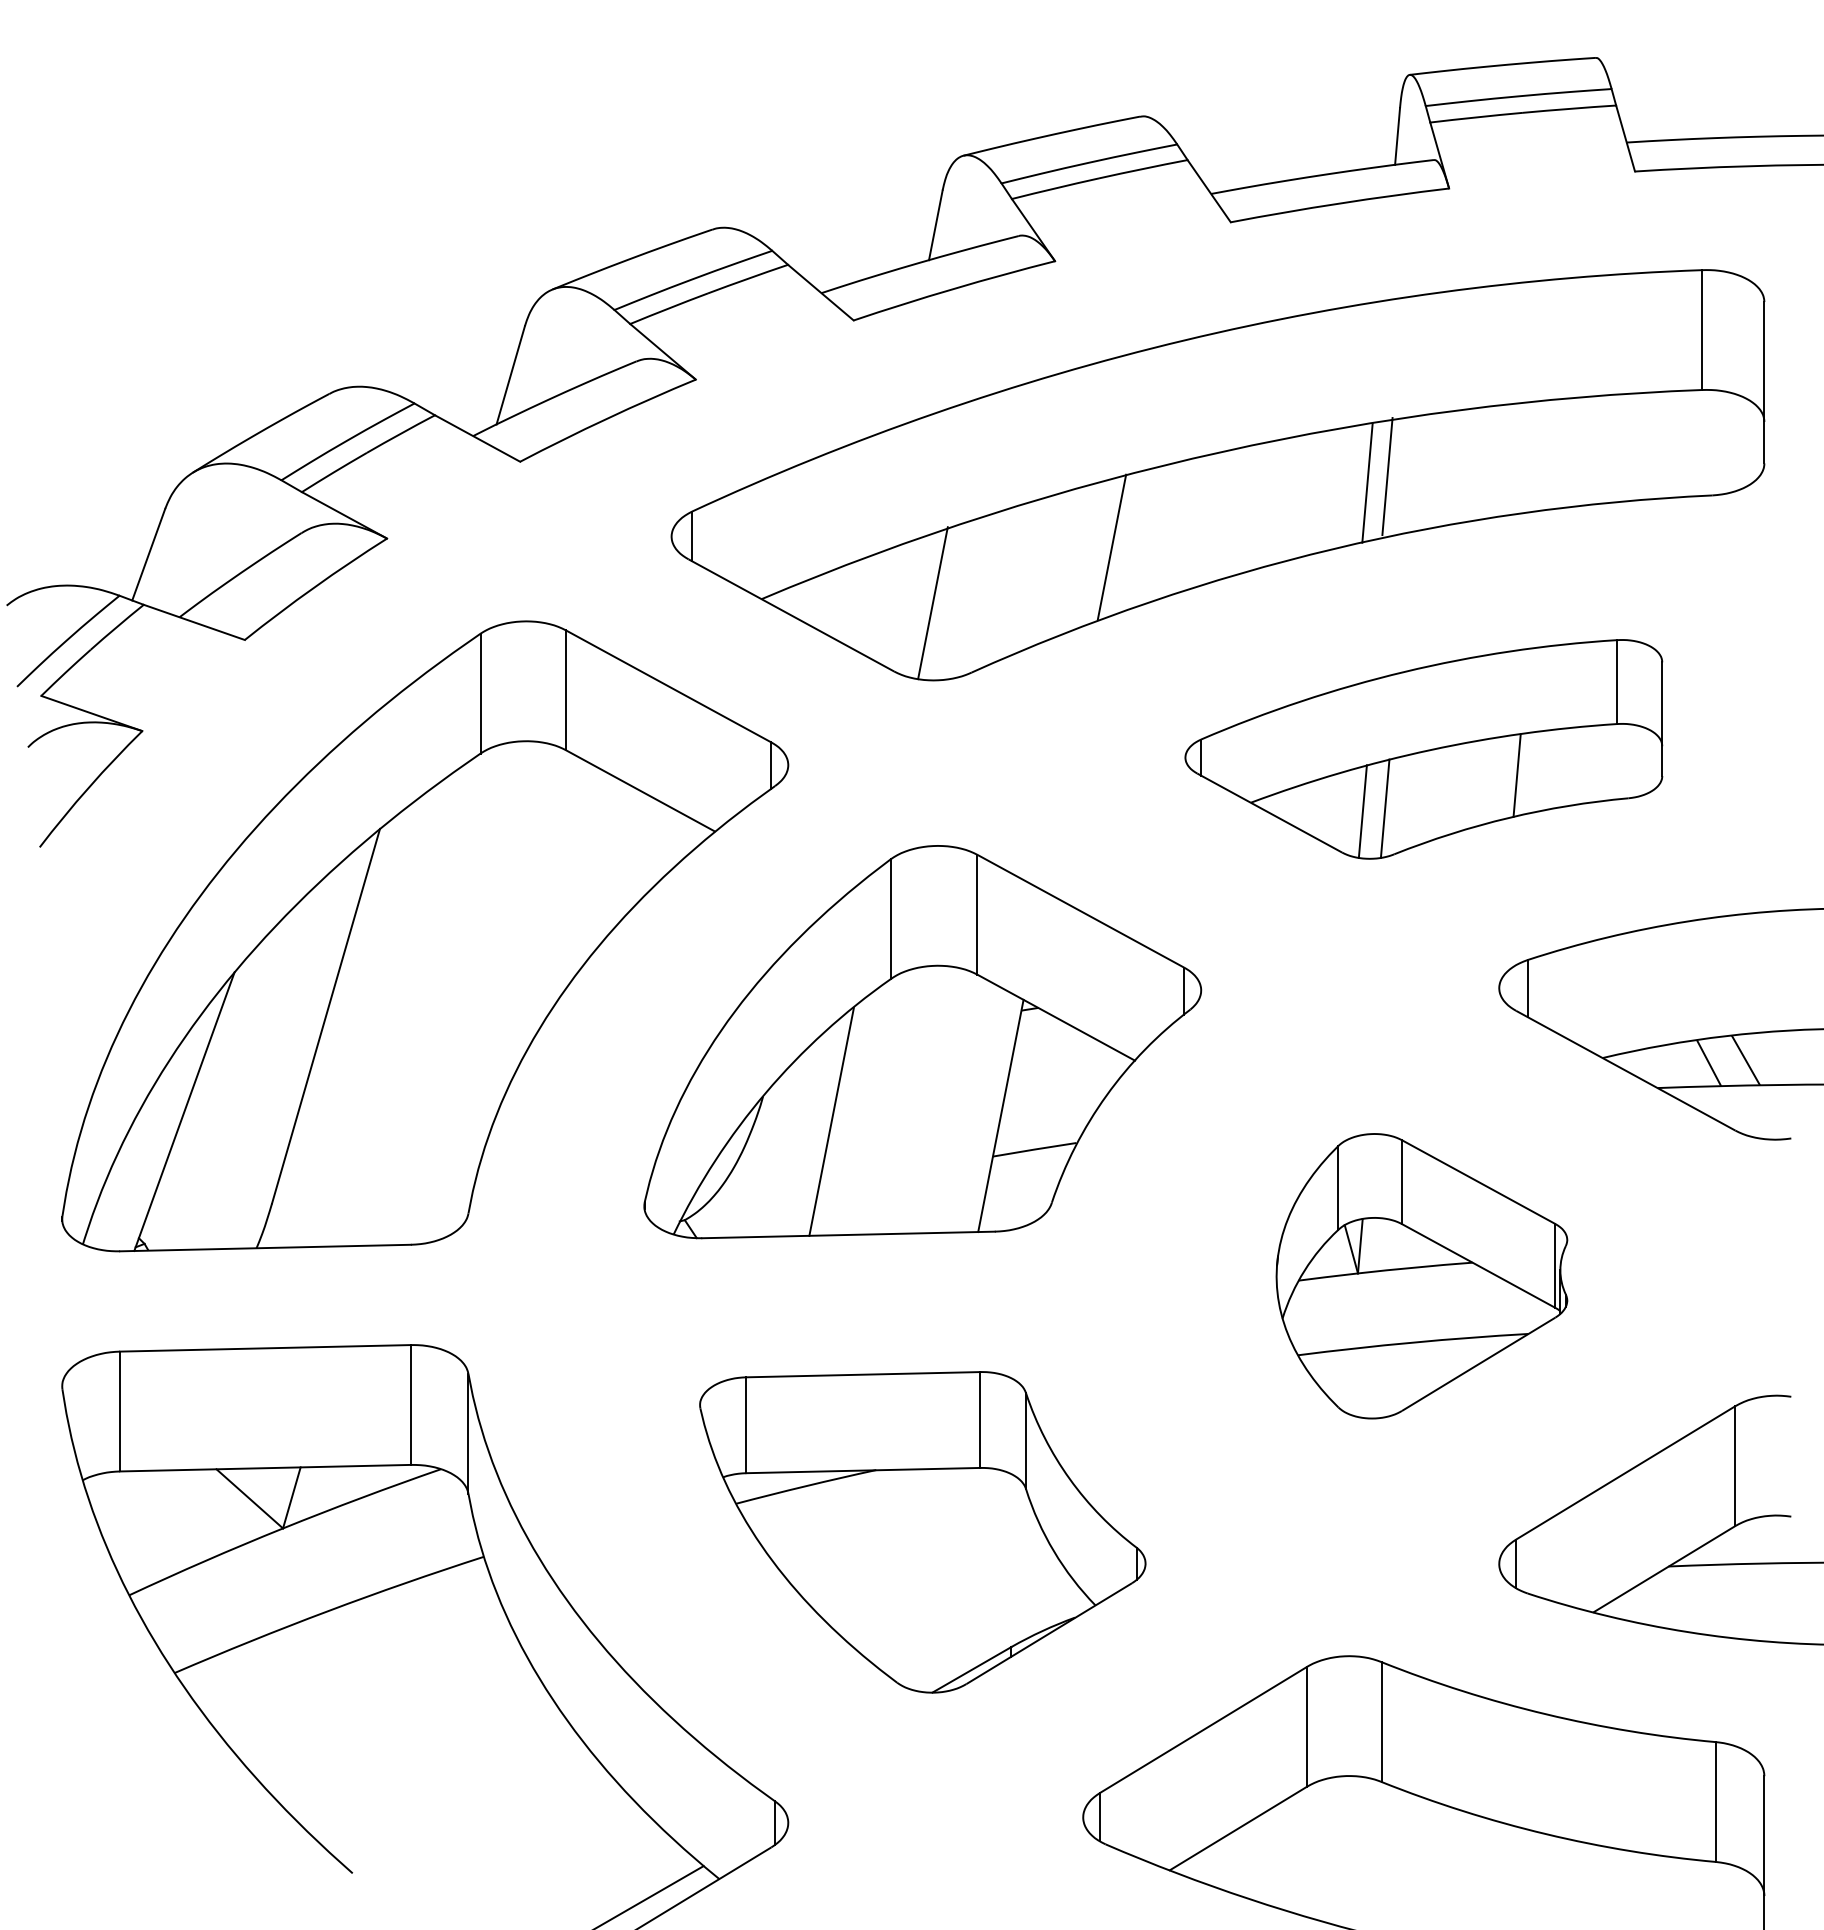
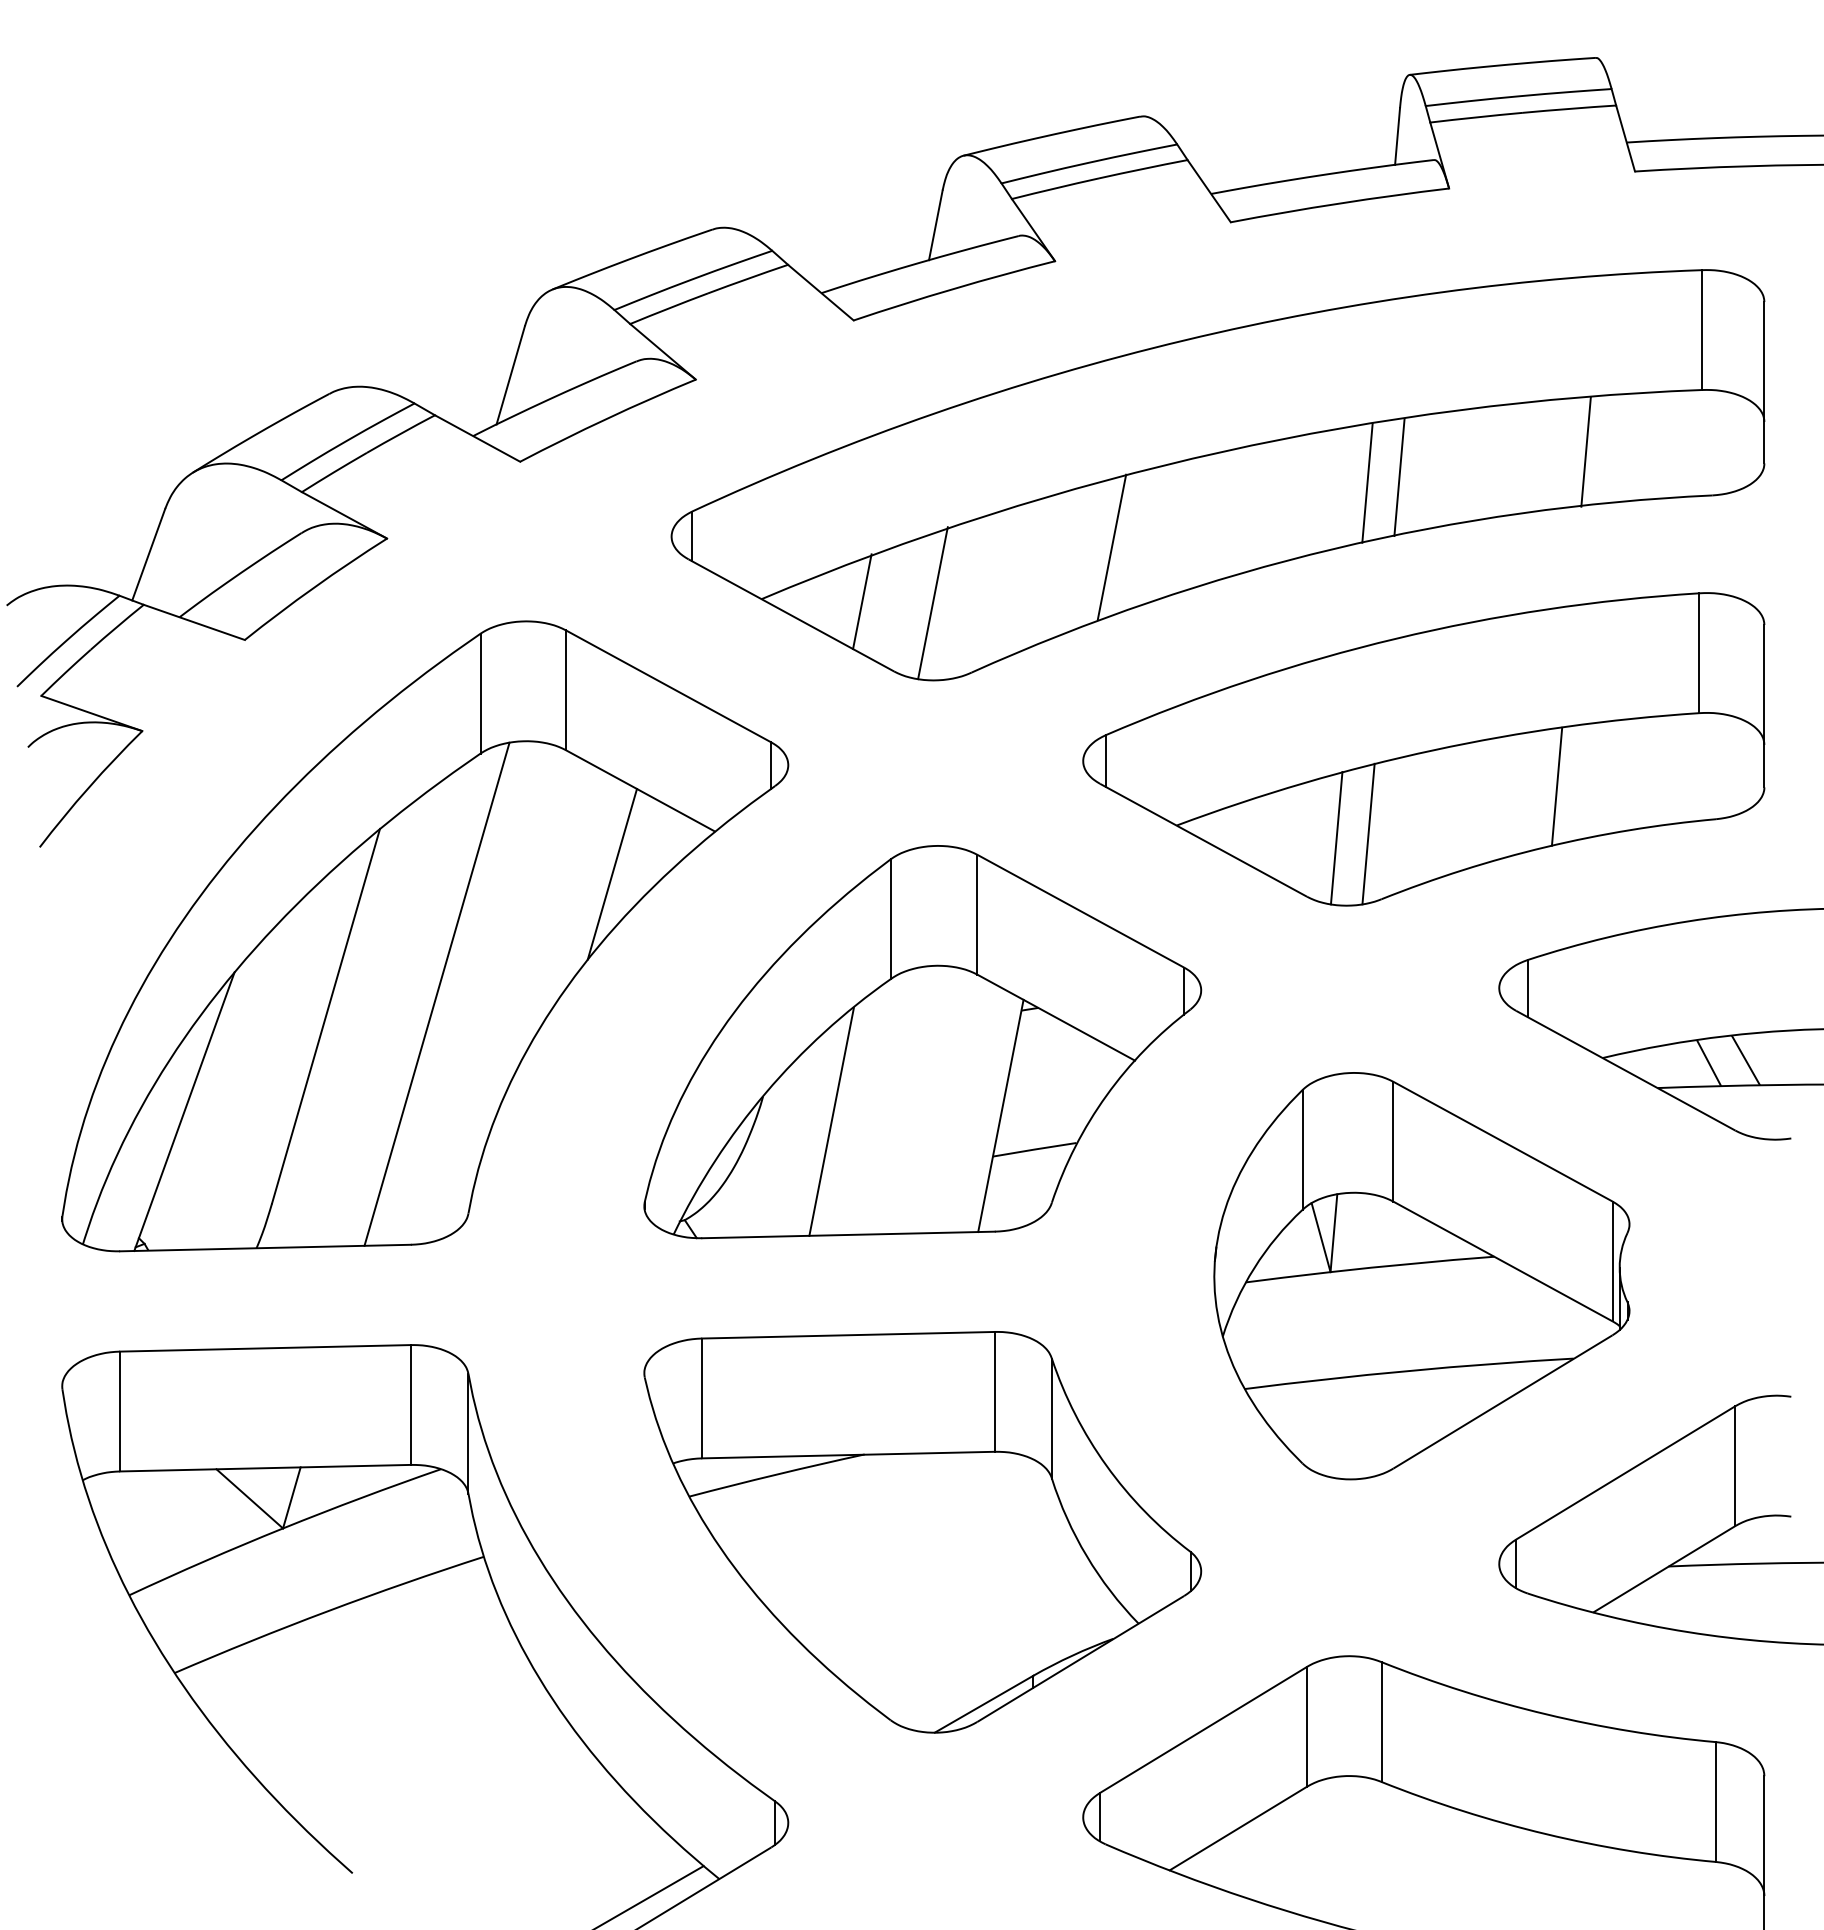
line at (1585, 451): none -> present
line at (1387, 476) position: (1387, 476) -> (1399, 477)
line at (862, 601): none -> present
part at (1423, 749) size: 480x221 px -> 684x315 px
line at (611, 873): none -> present
line at (436, 993): none -> present
part at (1421, 1276) size: 294x287 px -> 418x409 px
part at (922, 1532) size: 448x323 px -> 560x403 px
